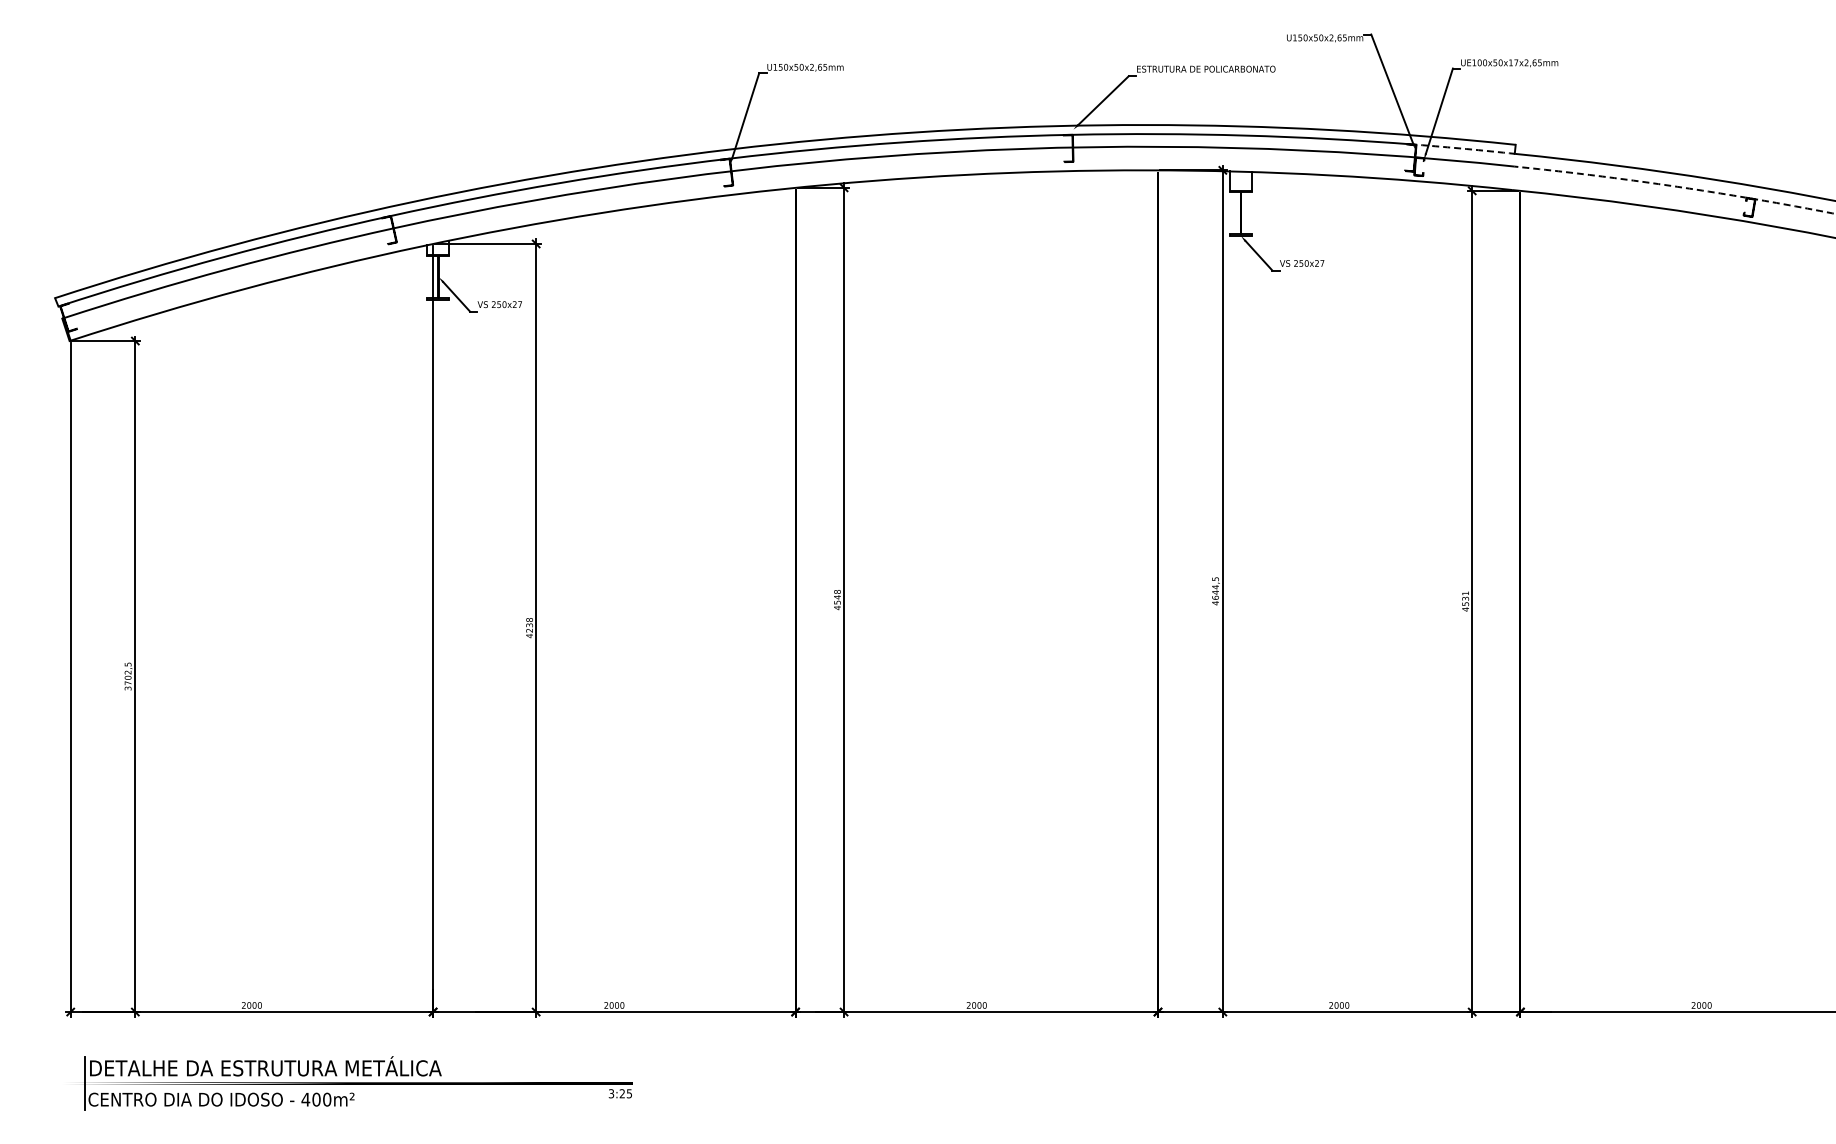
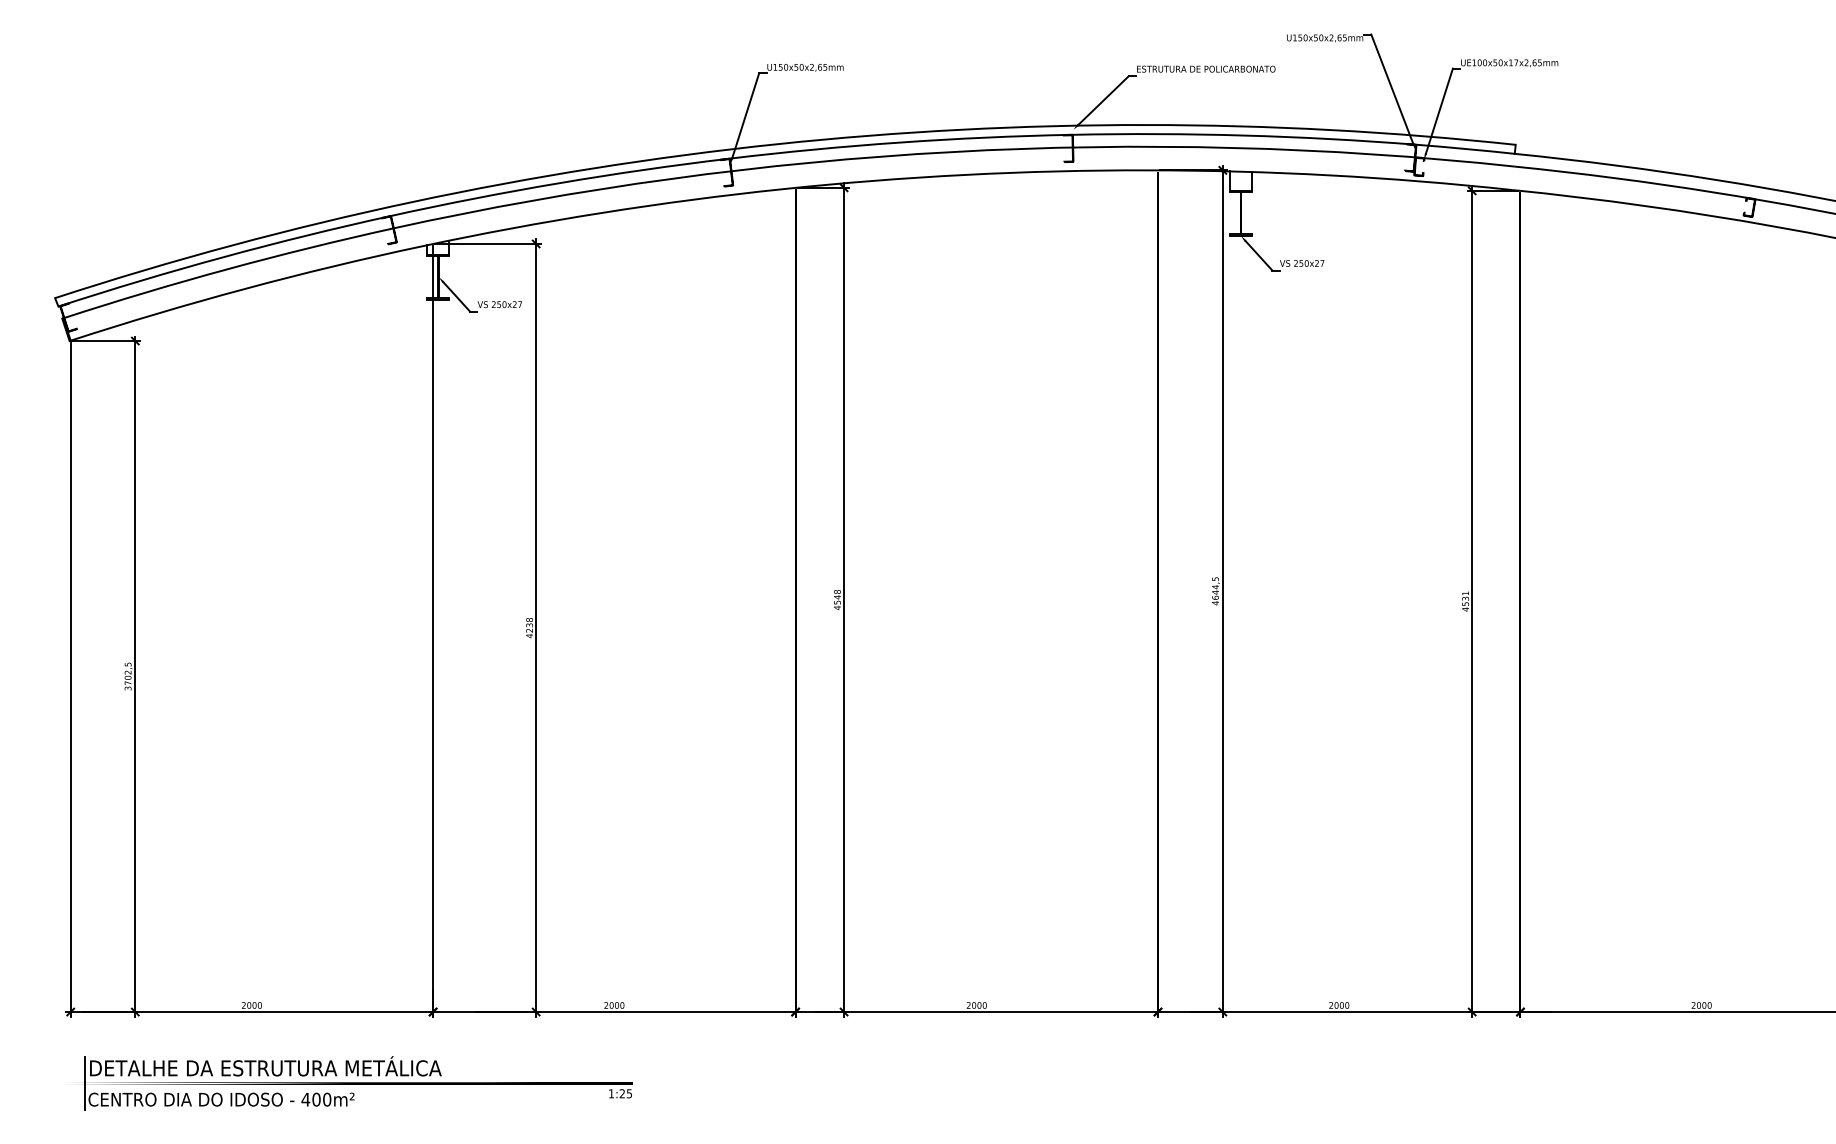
arc at (1466, 149): dashed -> solid
arc at (1675, 186): dashed -> solid
text at (611, 1093): 3:25 -> 1:25
